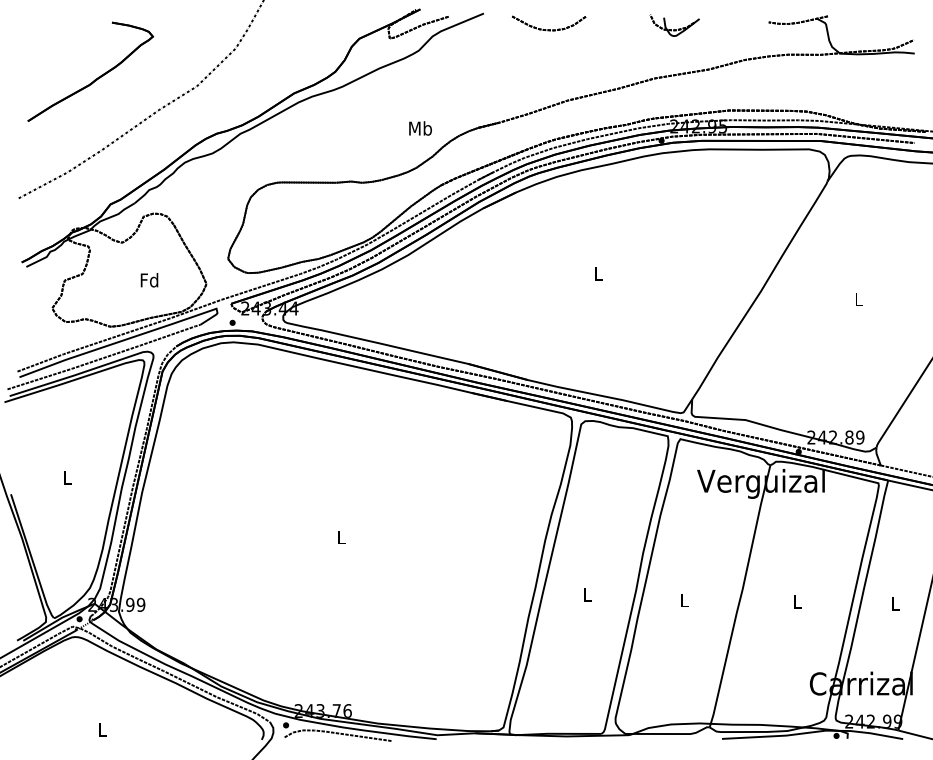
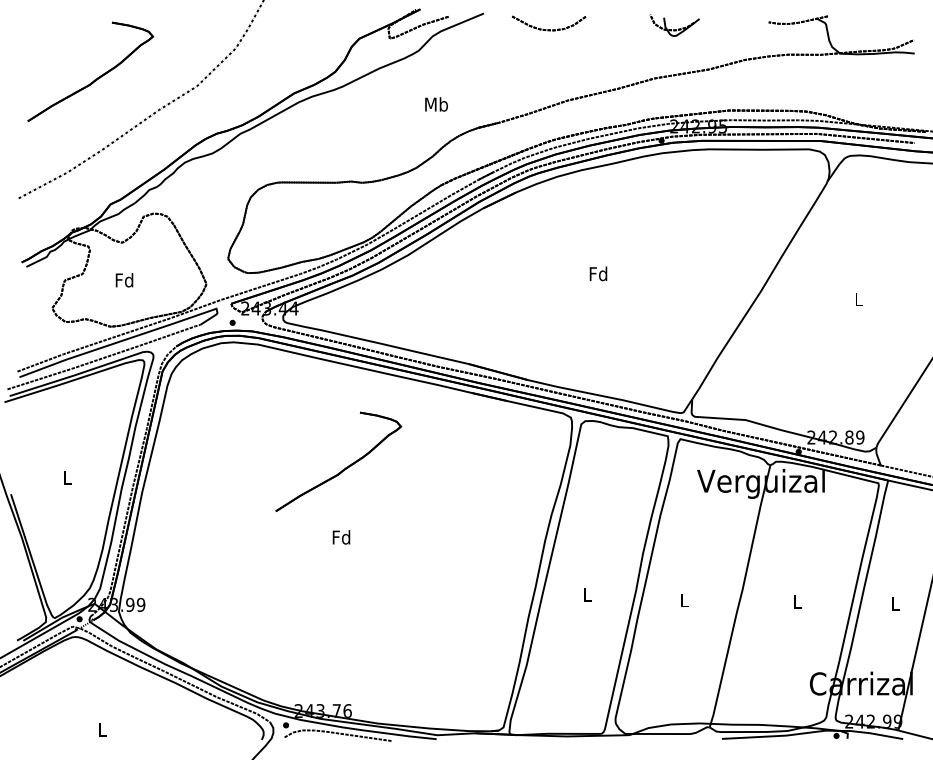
text at (420, 128) position: (420, 128) -> (436, 104)
text at (598, 273): L -> Fd
text at (149, 280) position: (149, 280) -> (124, 280)
part at (342, 469): none -> present
text at (341, 537): L -> Fd
